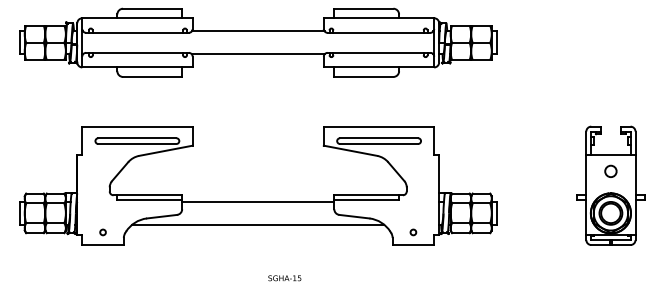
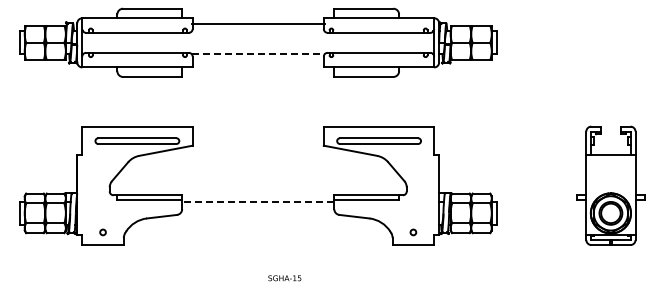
line at (257, 31) position: (257, 31) -> (257, 24)
line at (258, 54): solid -> dashed
circle at (610, 170): present -> none
line at (257, 201): solid -> dashed
line at (258, 224): present -> none
